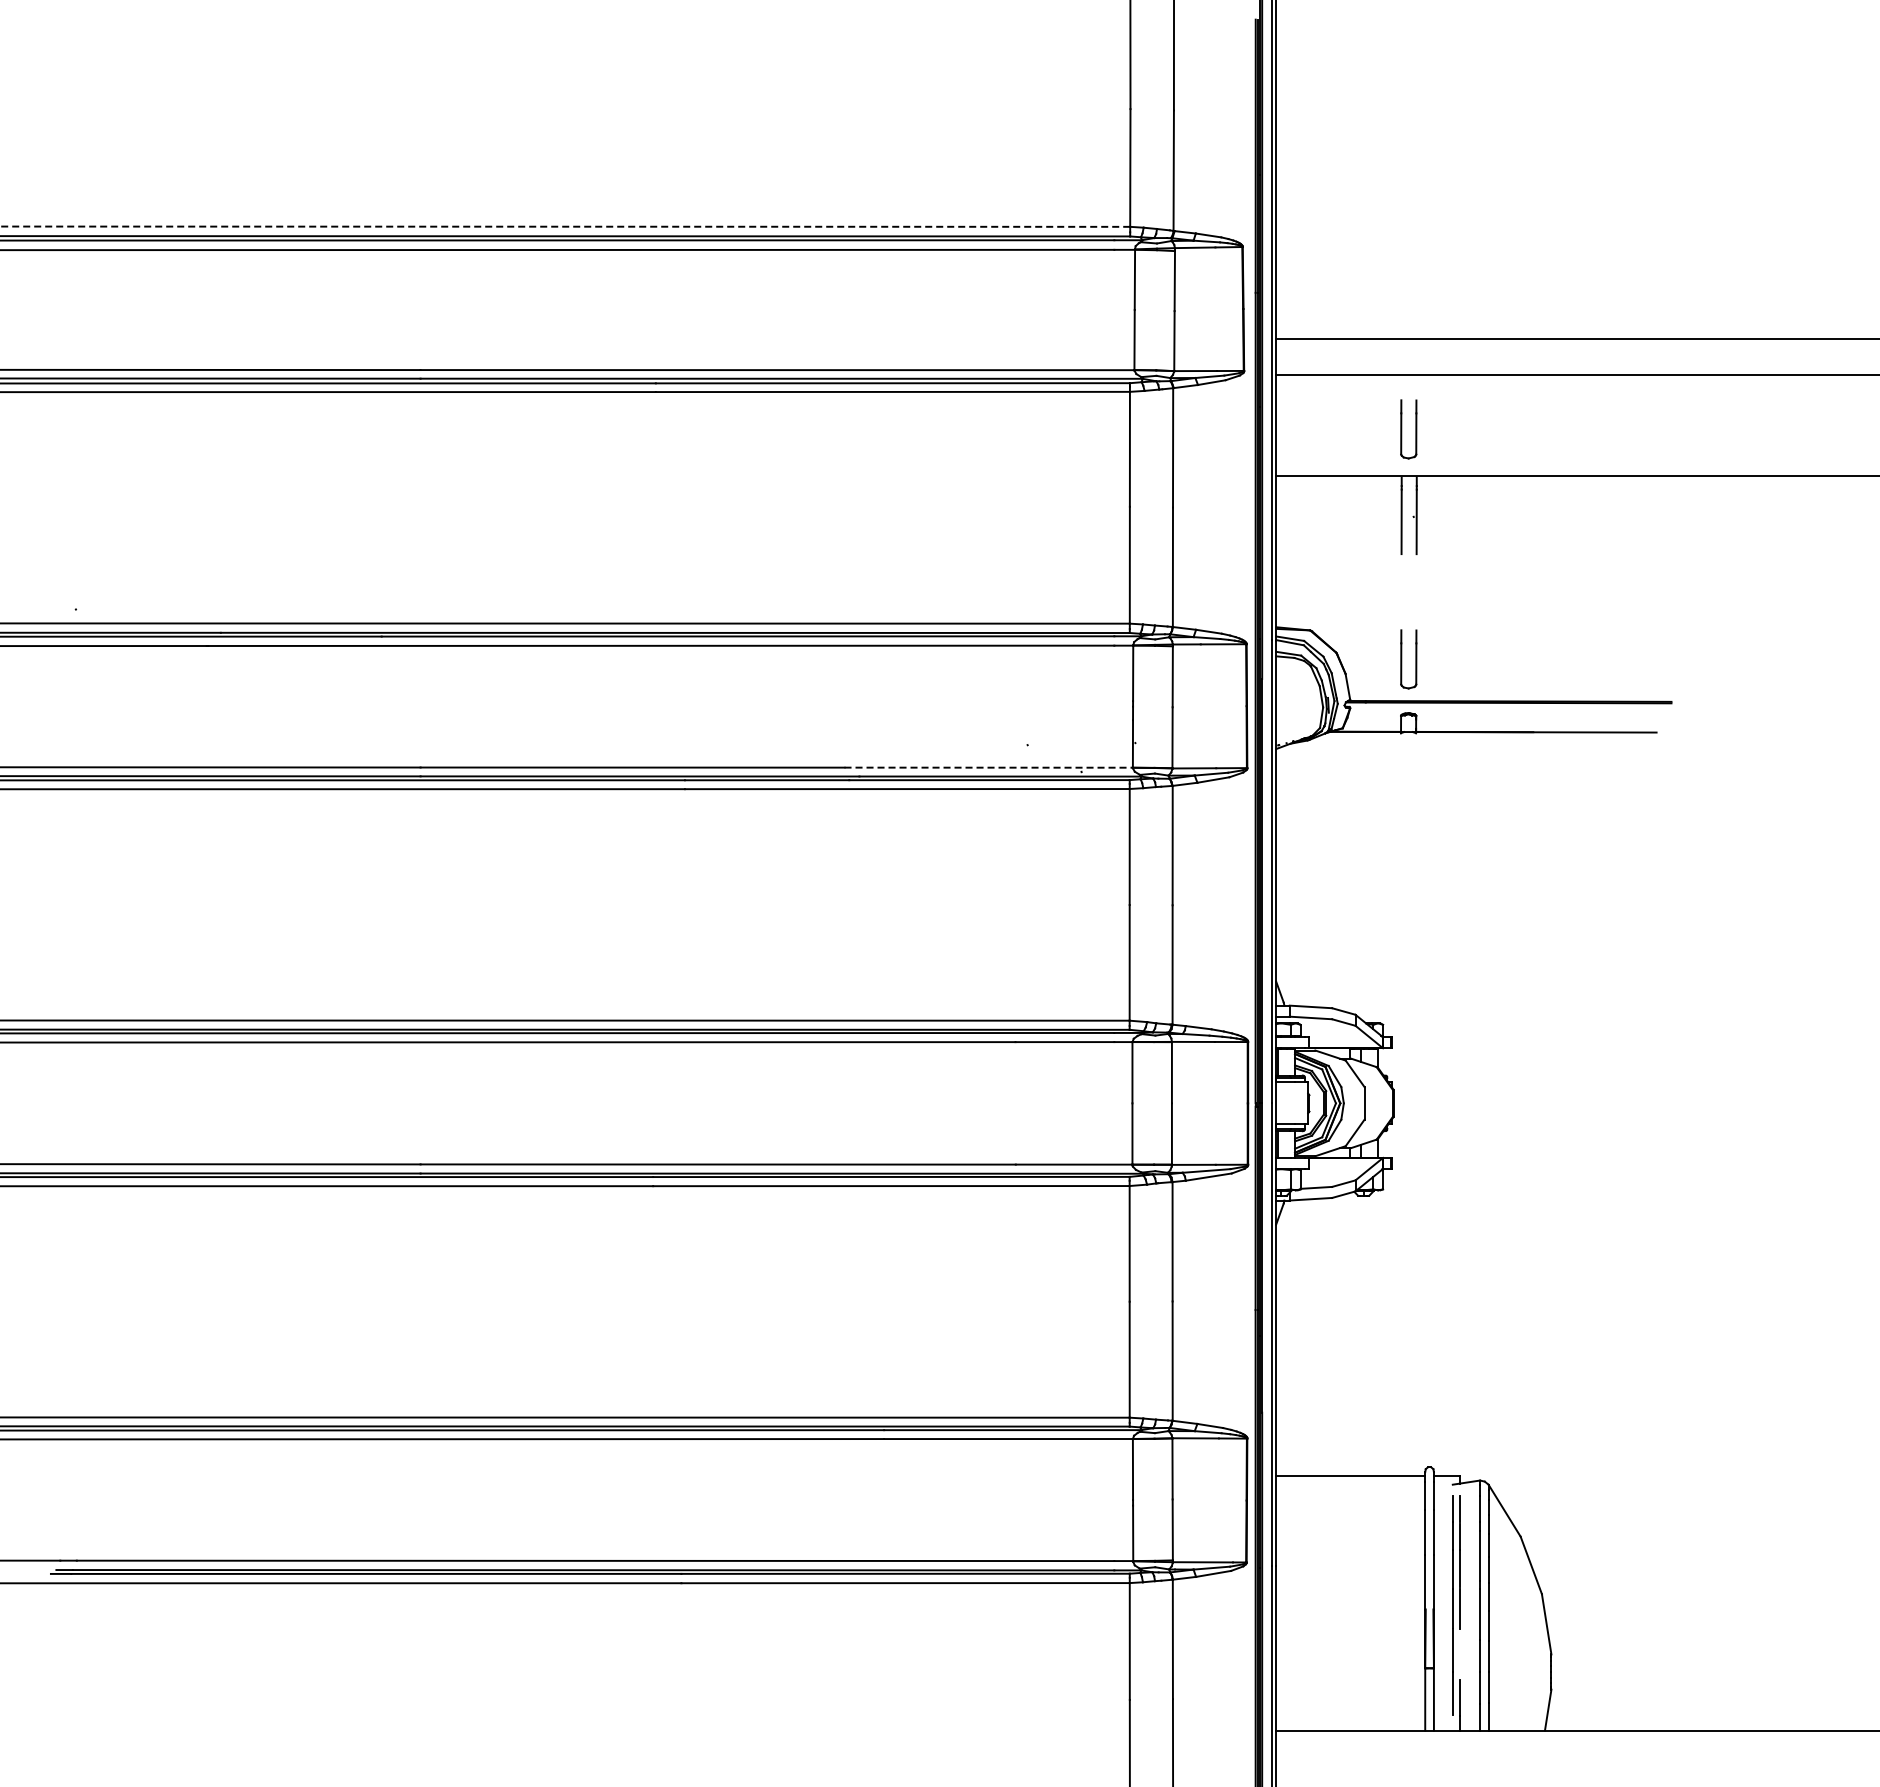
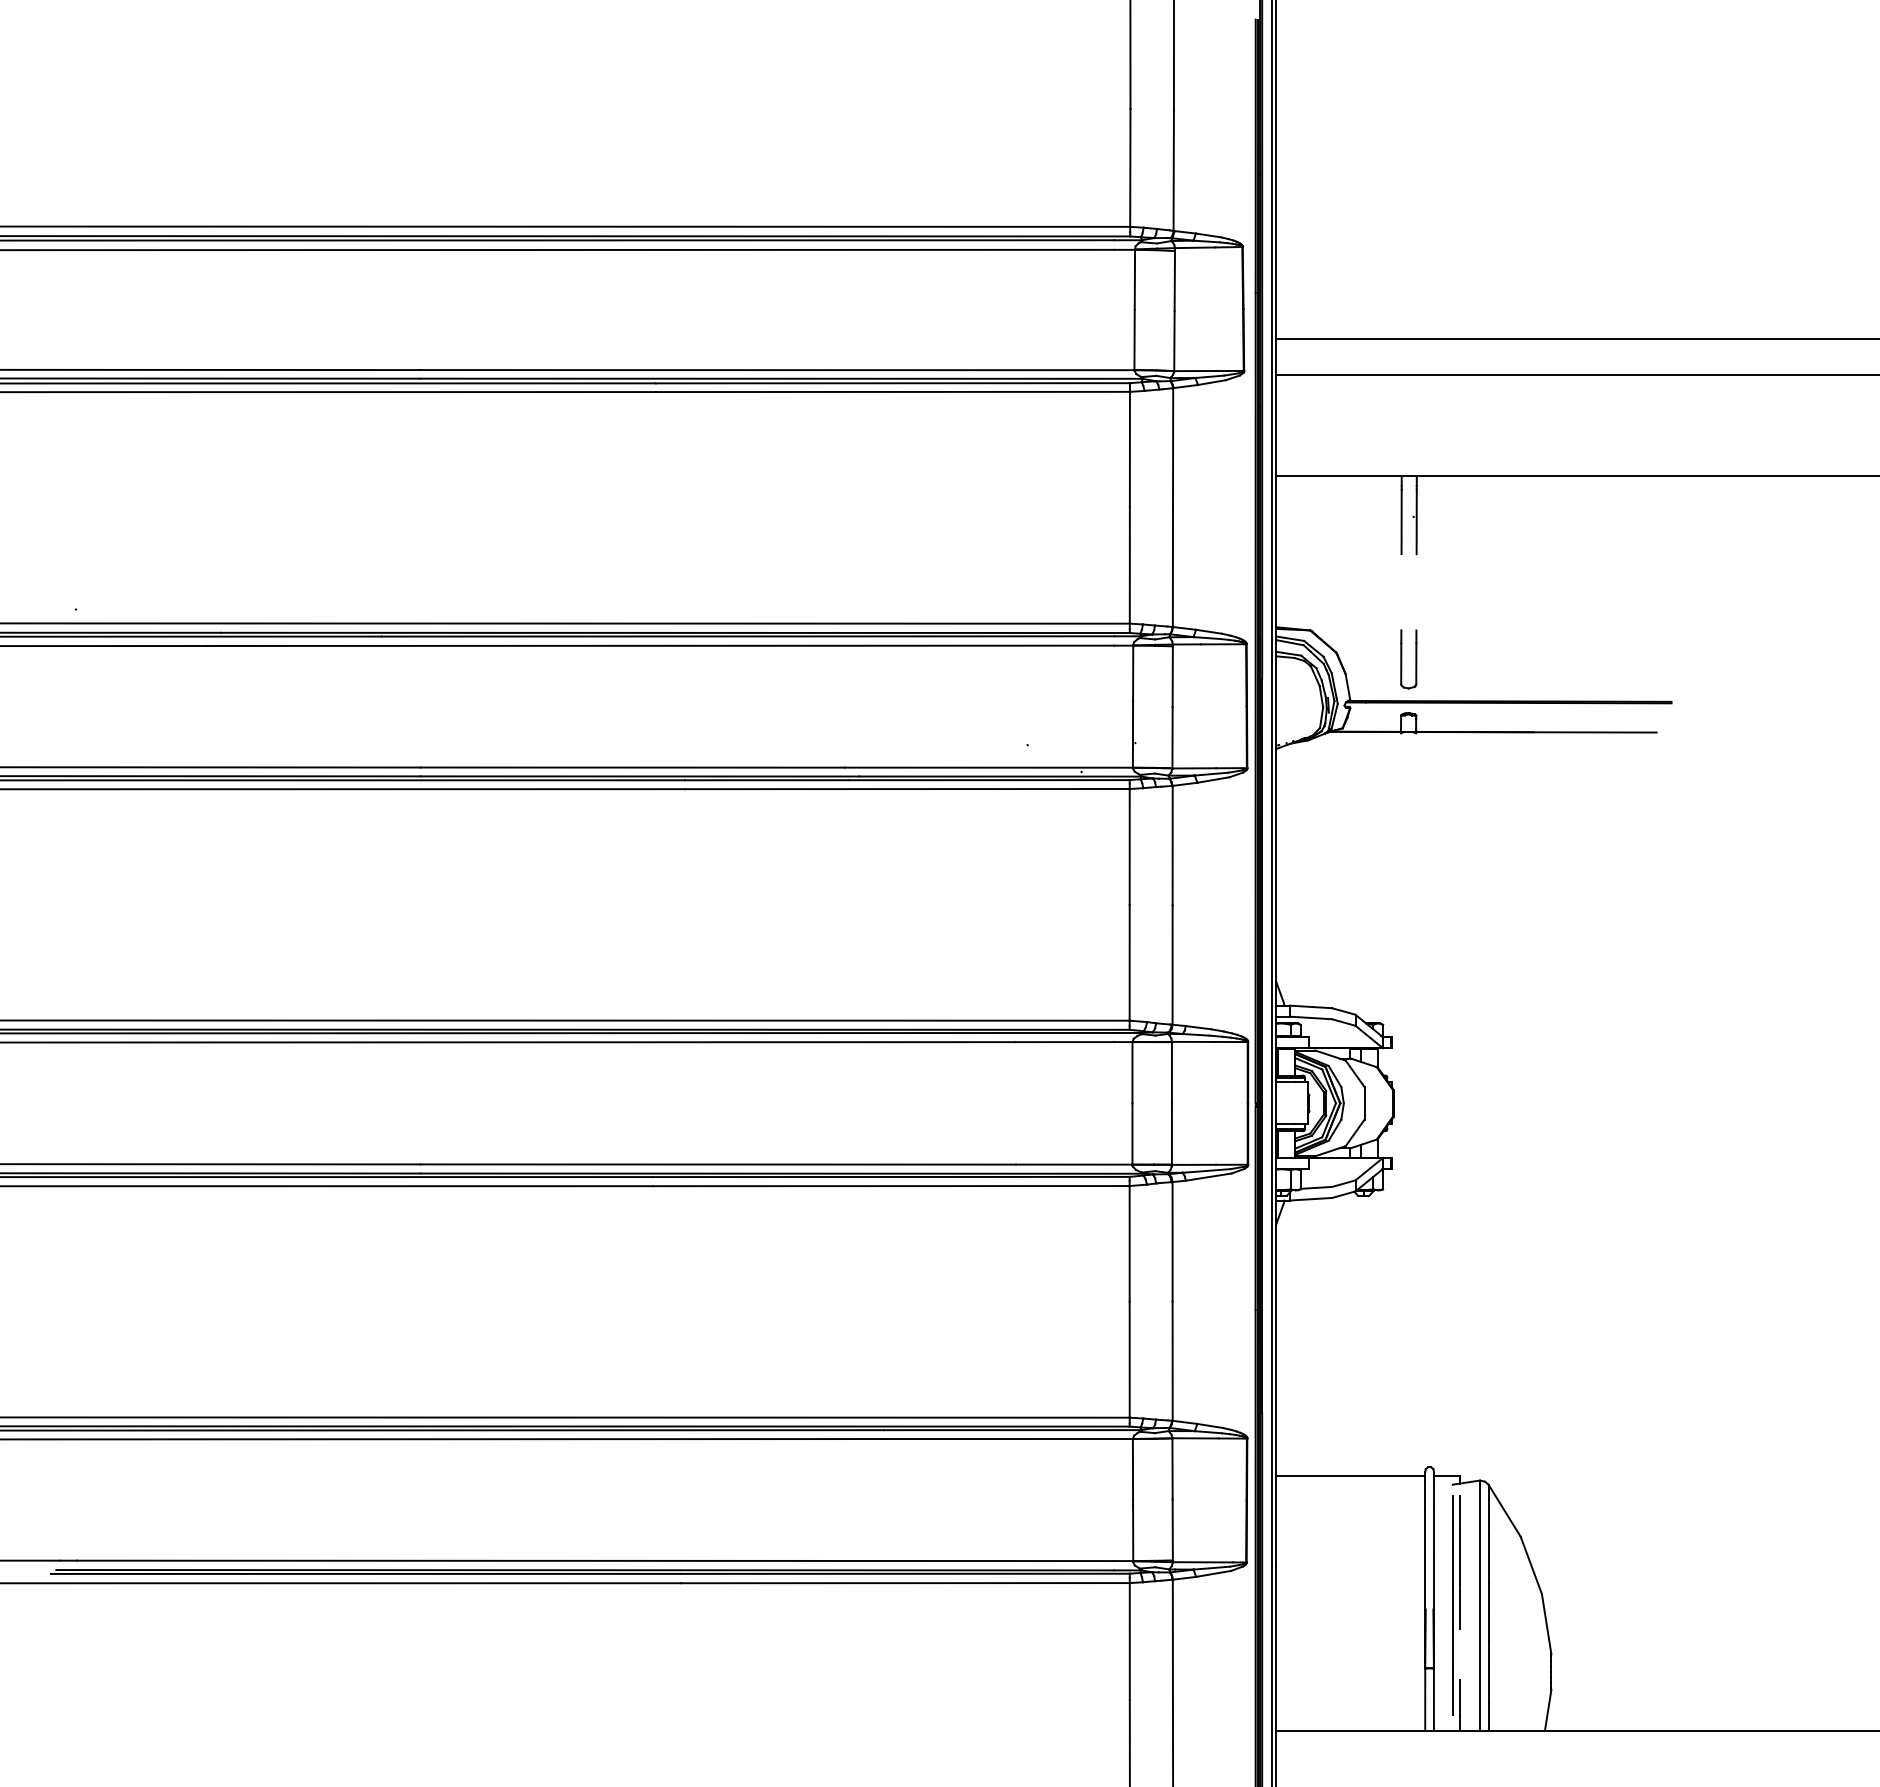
line at (564, 226): dashed -> solid
part at (1408, 429): present -> none
line at (989, 767): dashed -> solid
